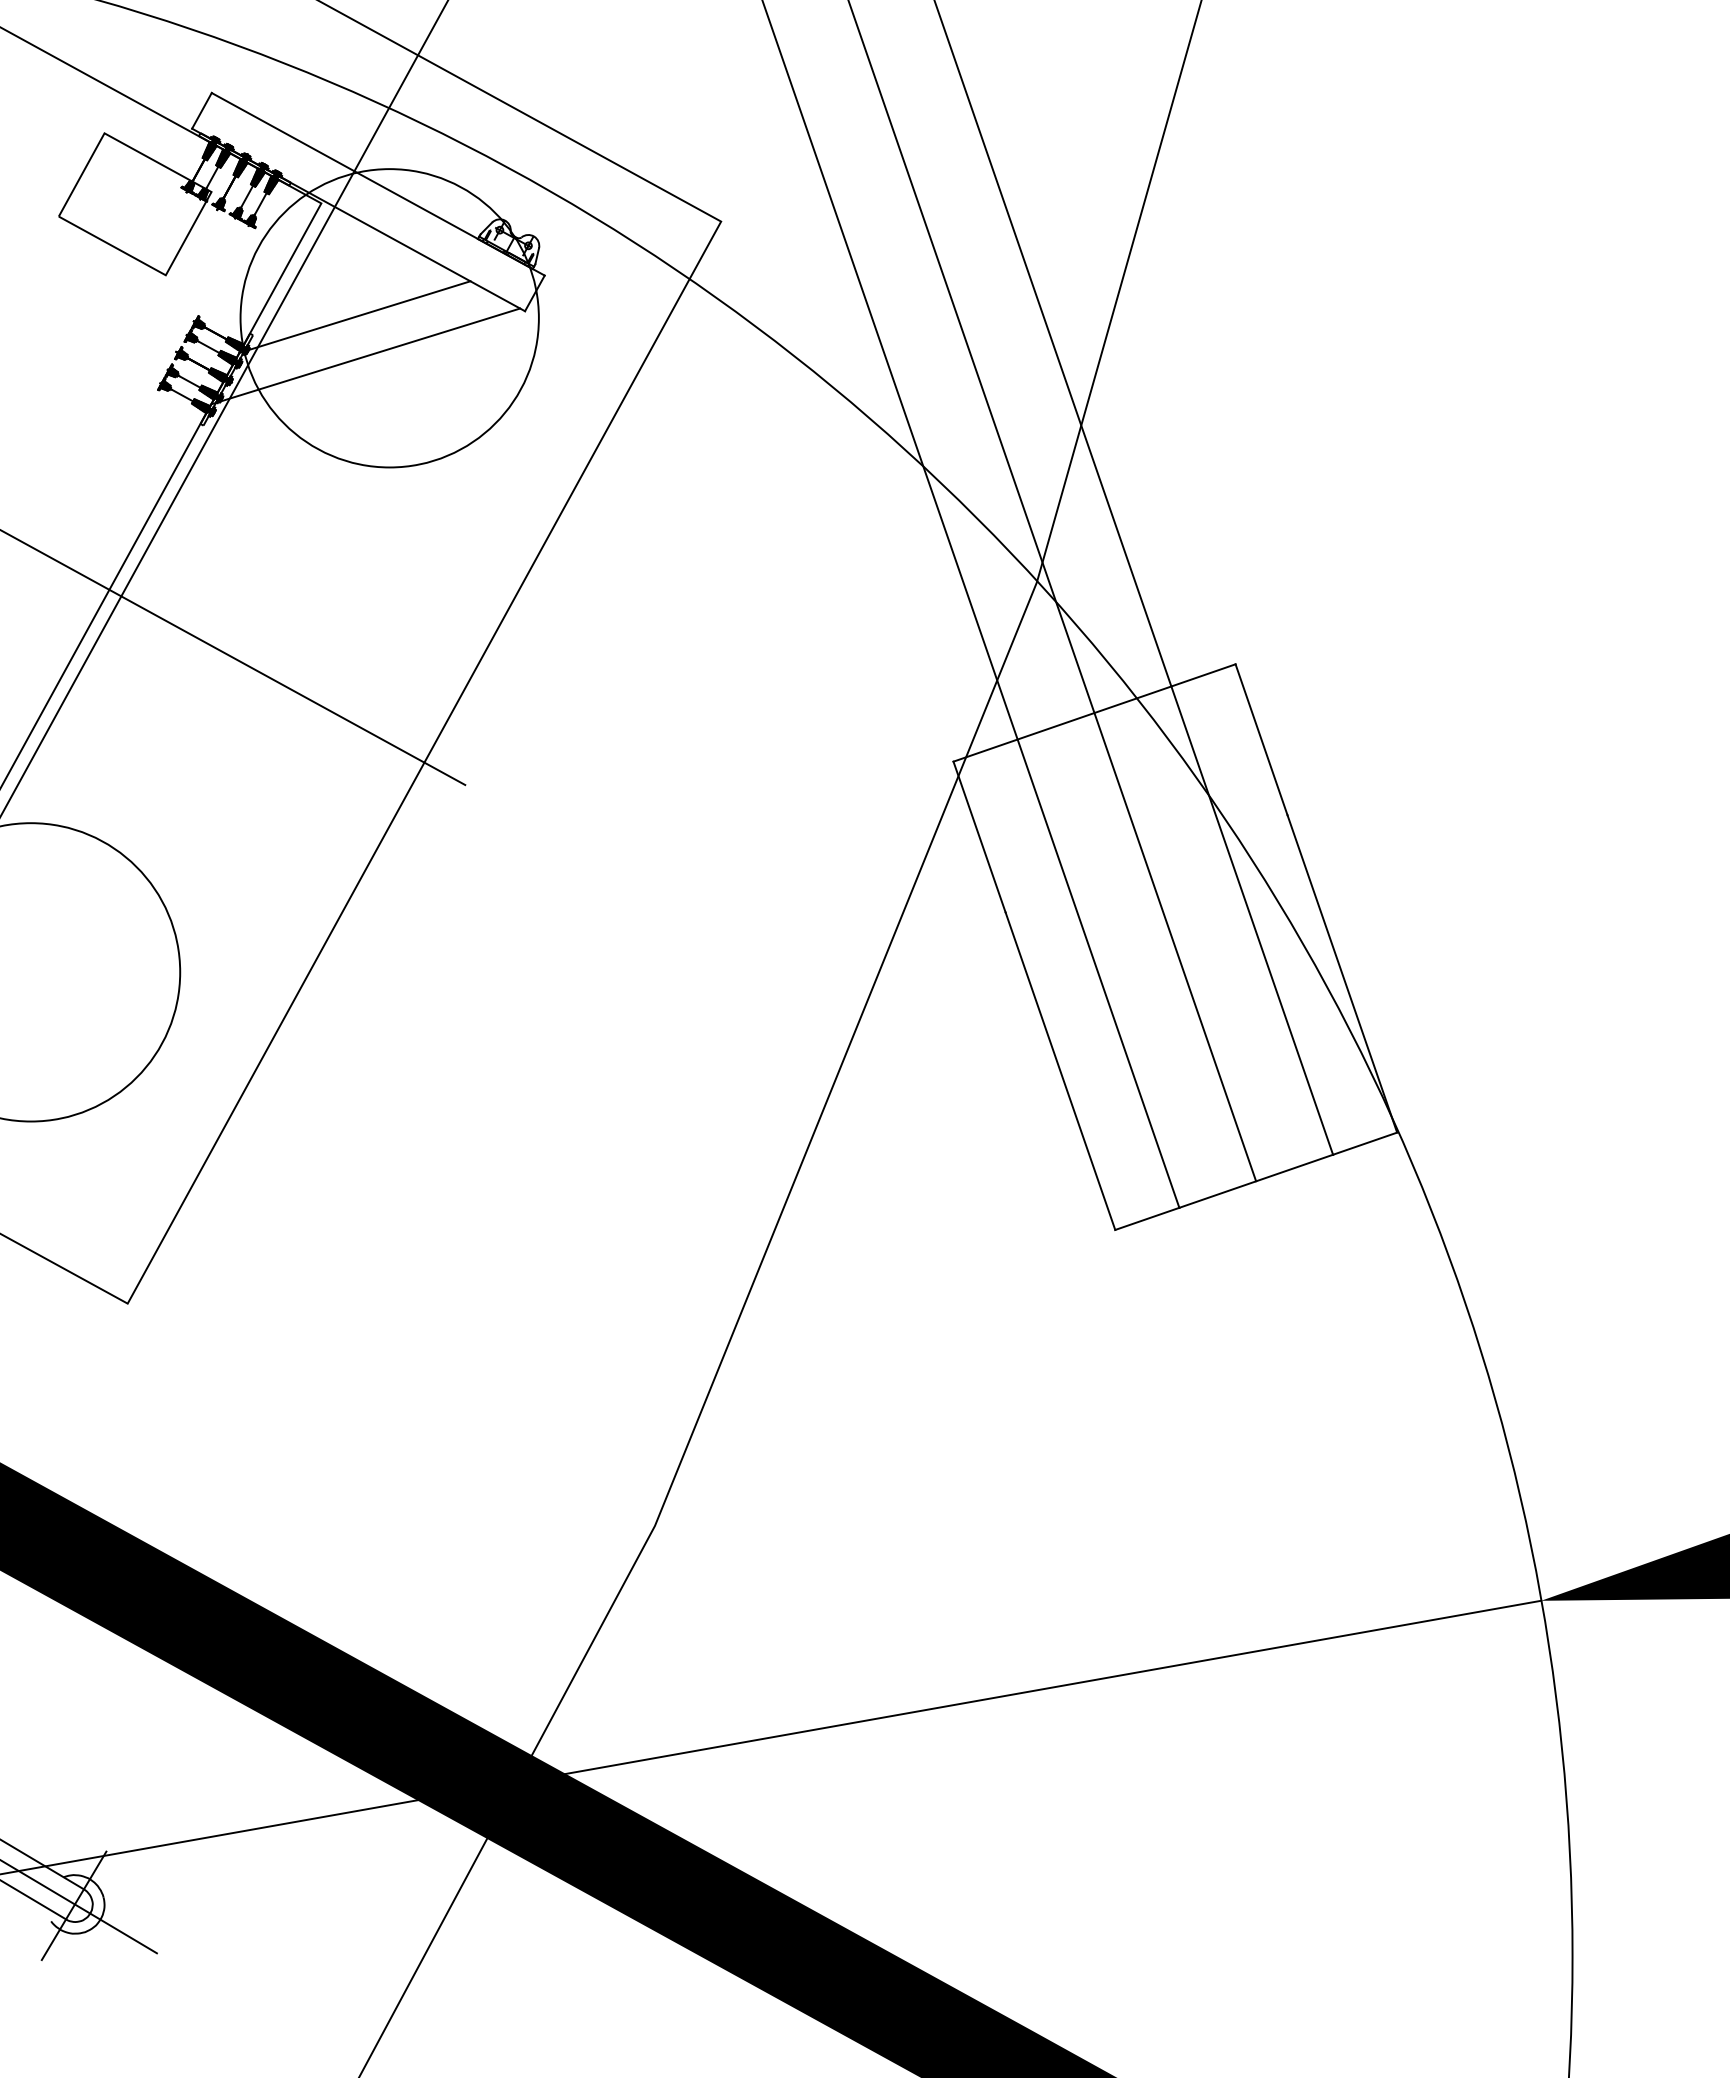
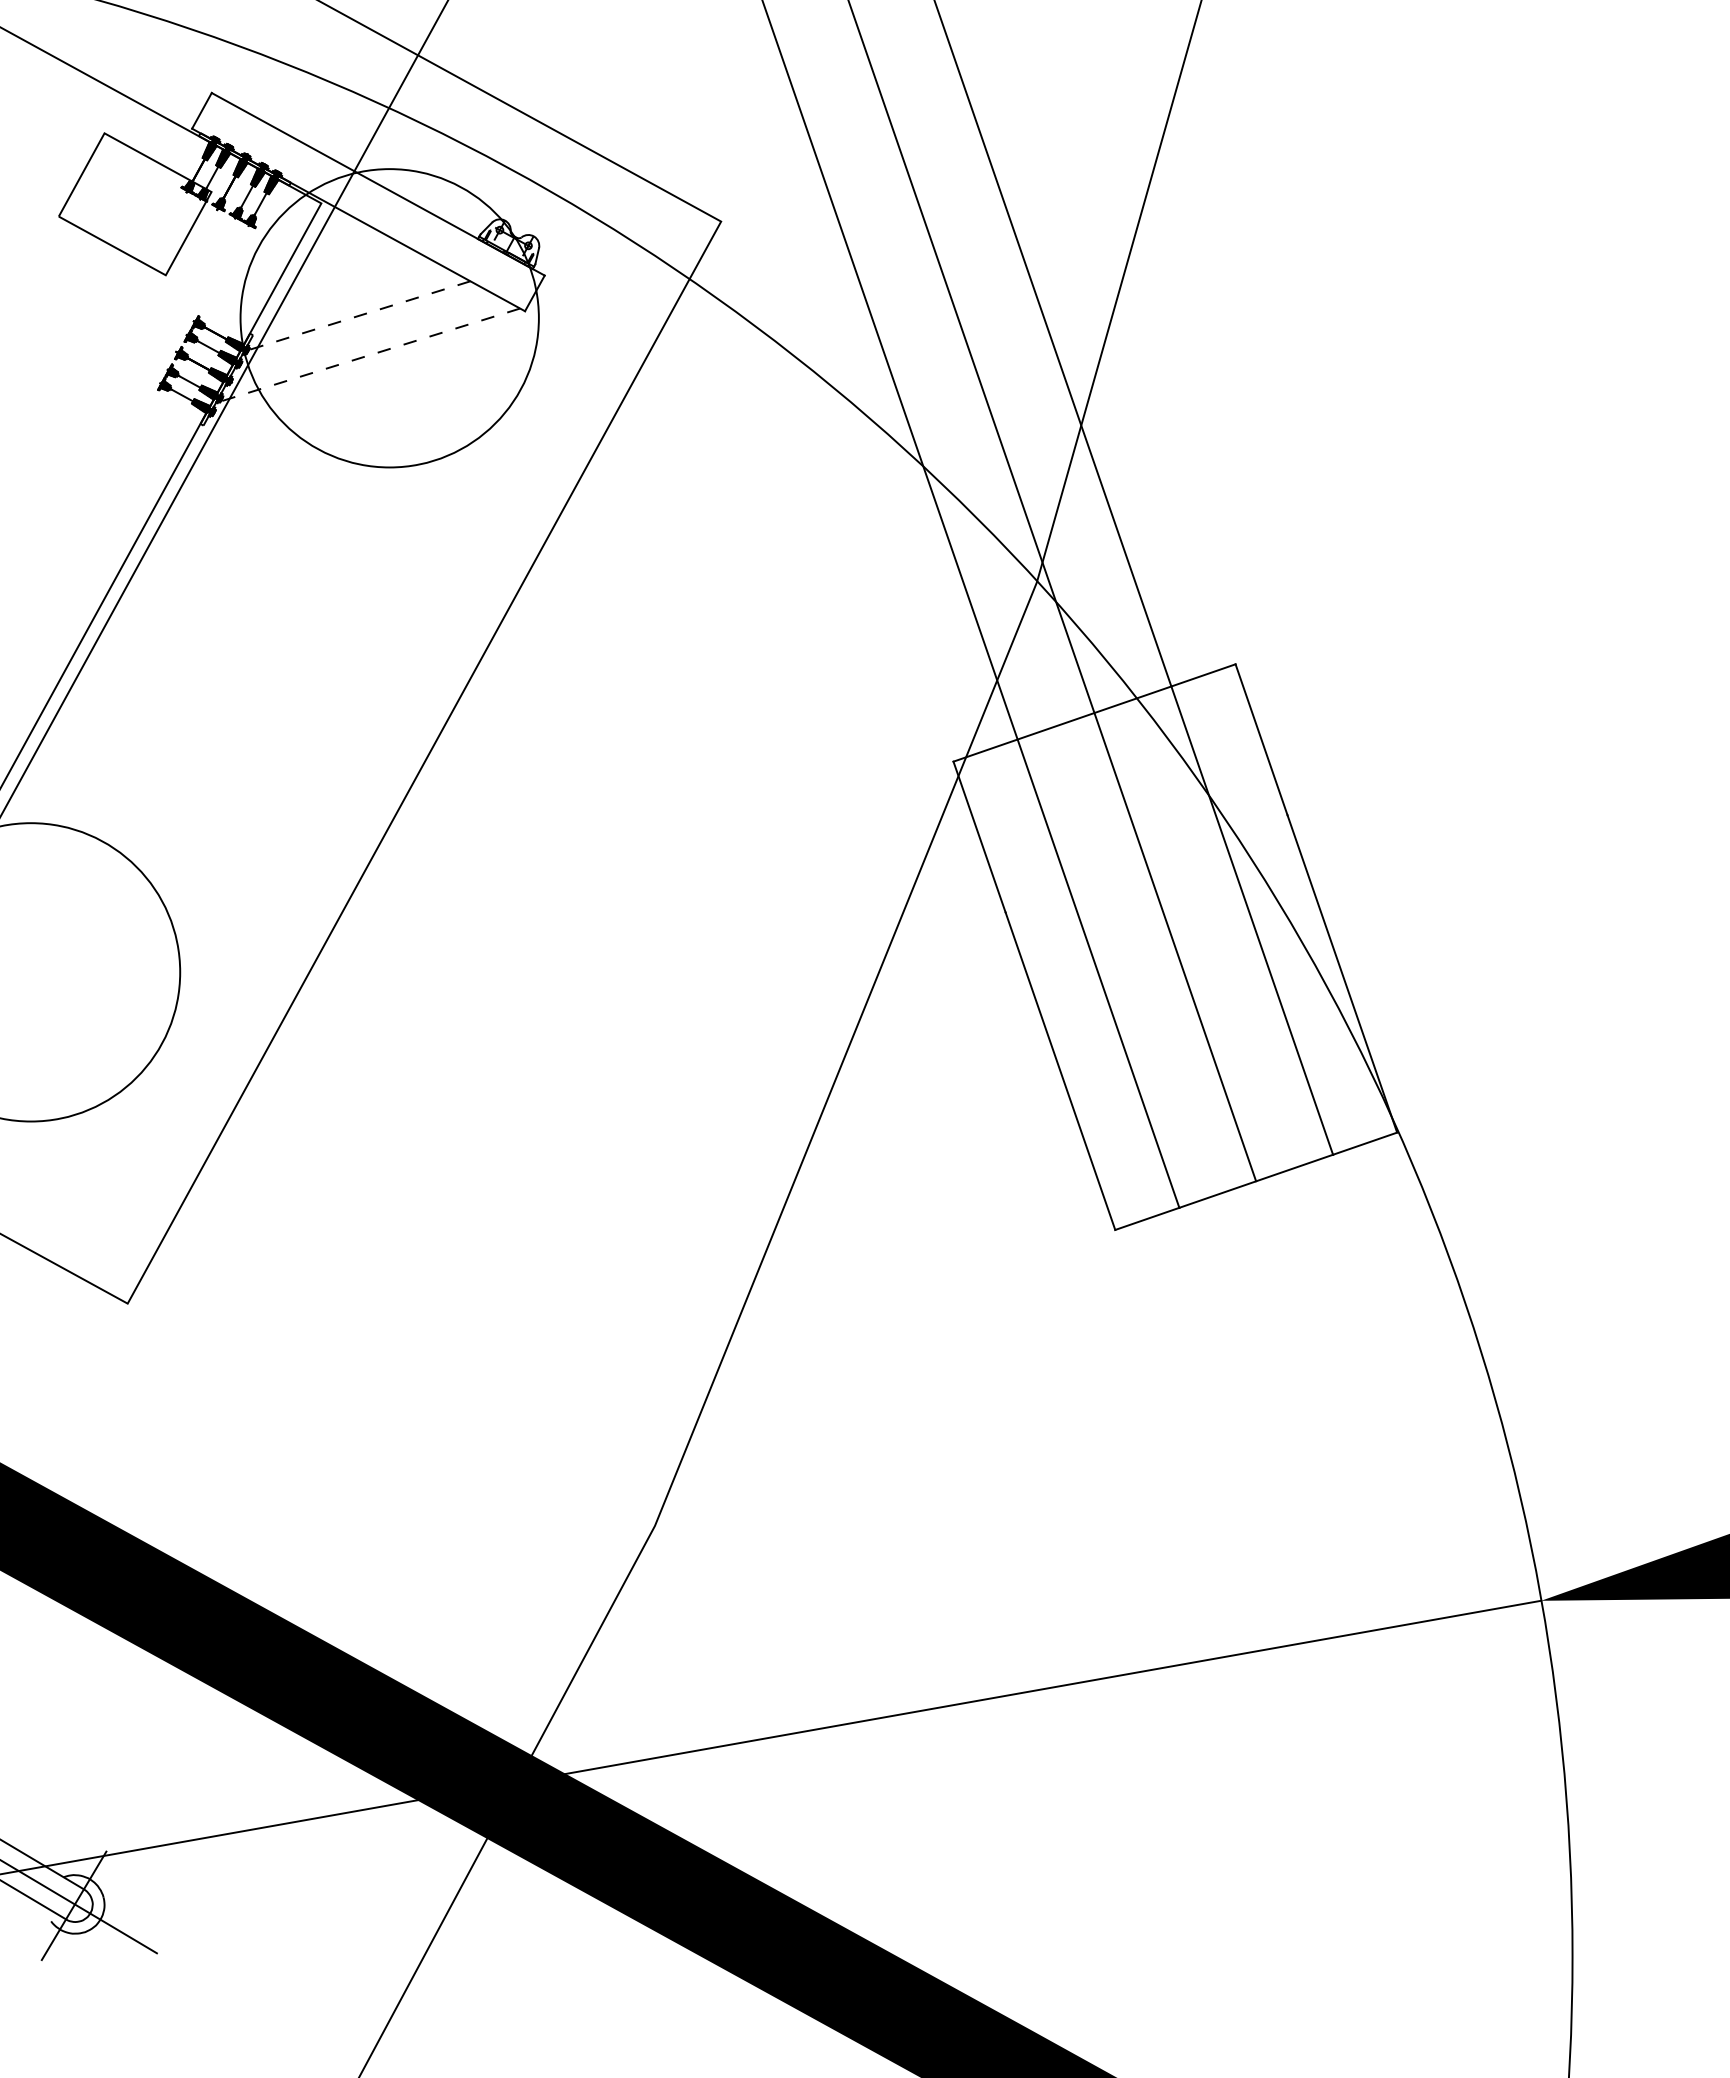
line at (354, 317): solid -> dashed
line at (365, 356): solid -> dashed
line at (234, 658): present -> none
